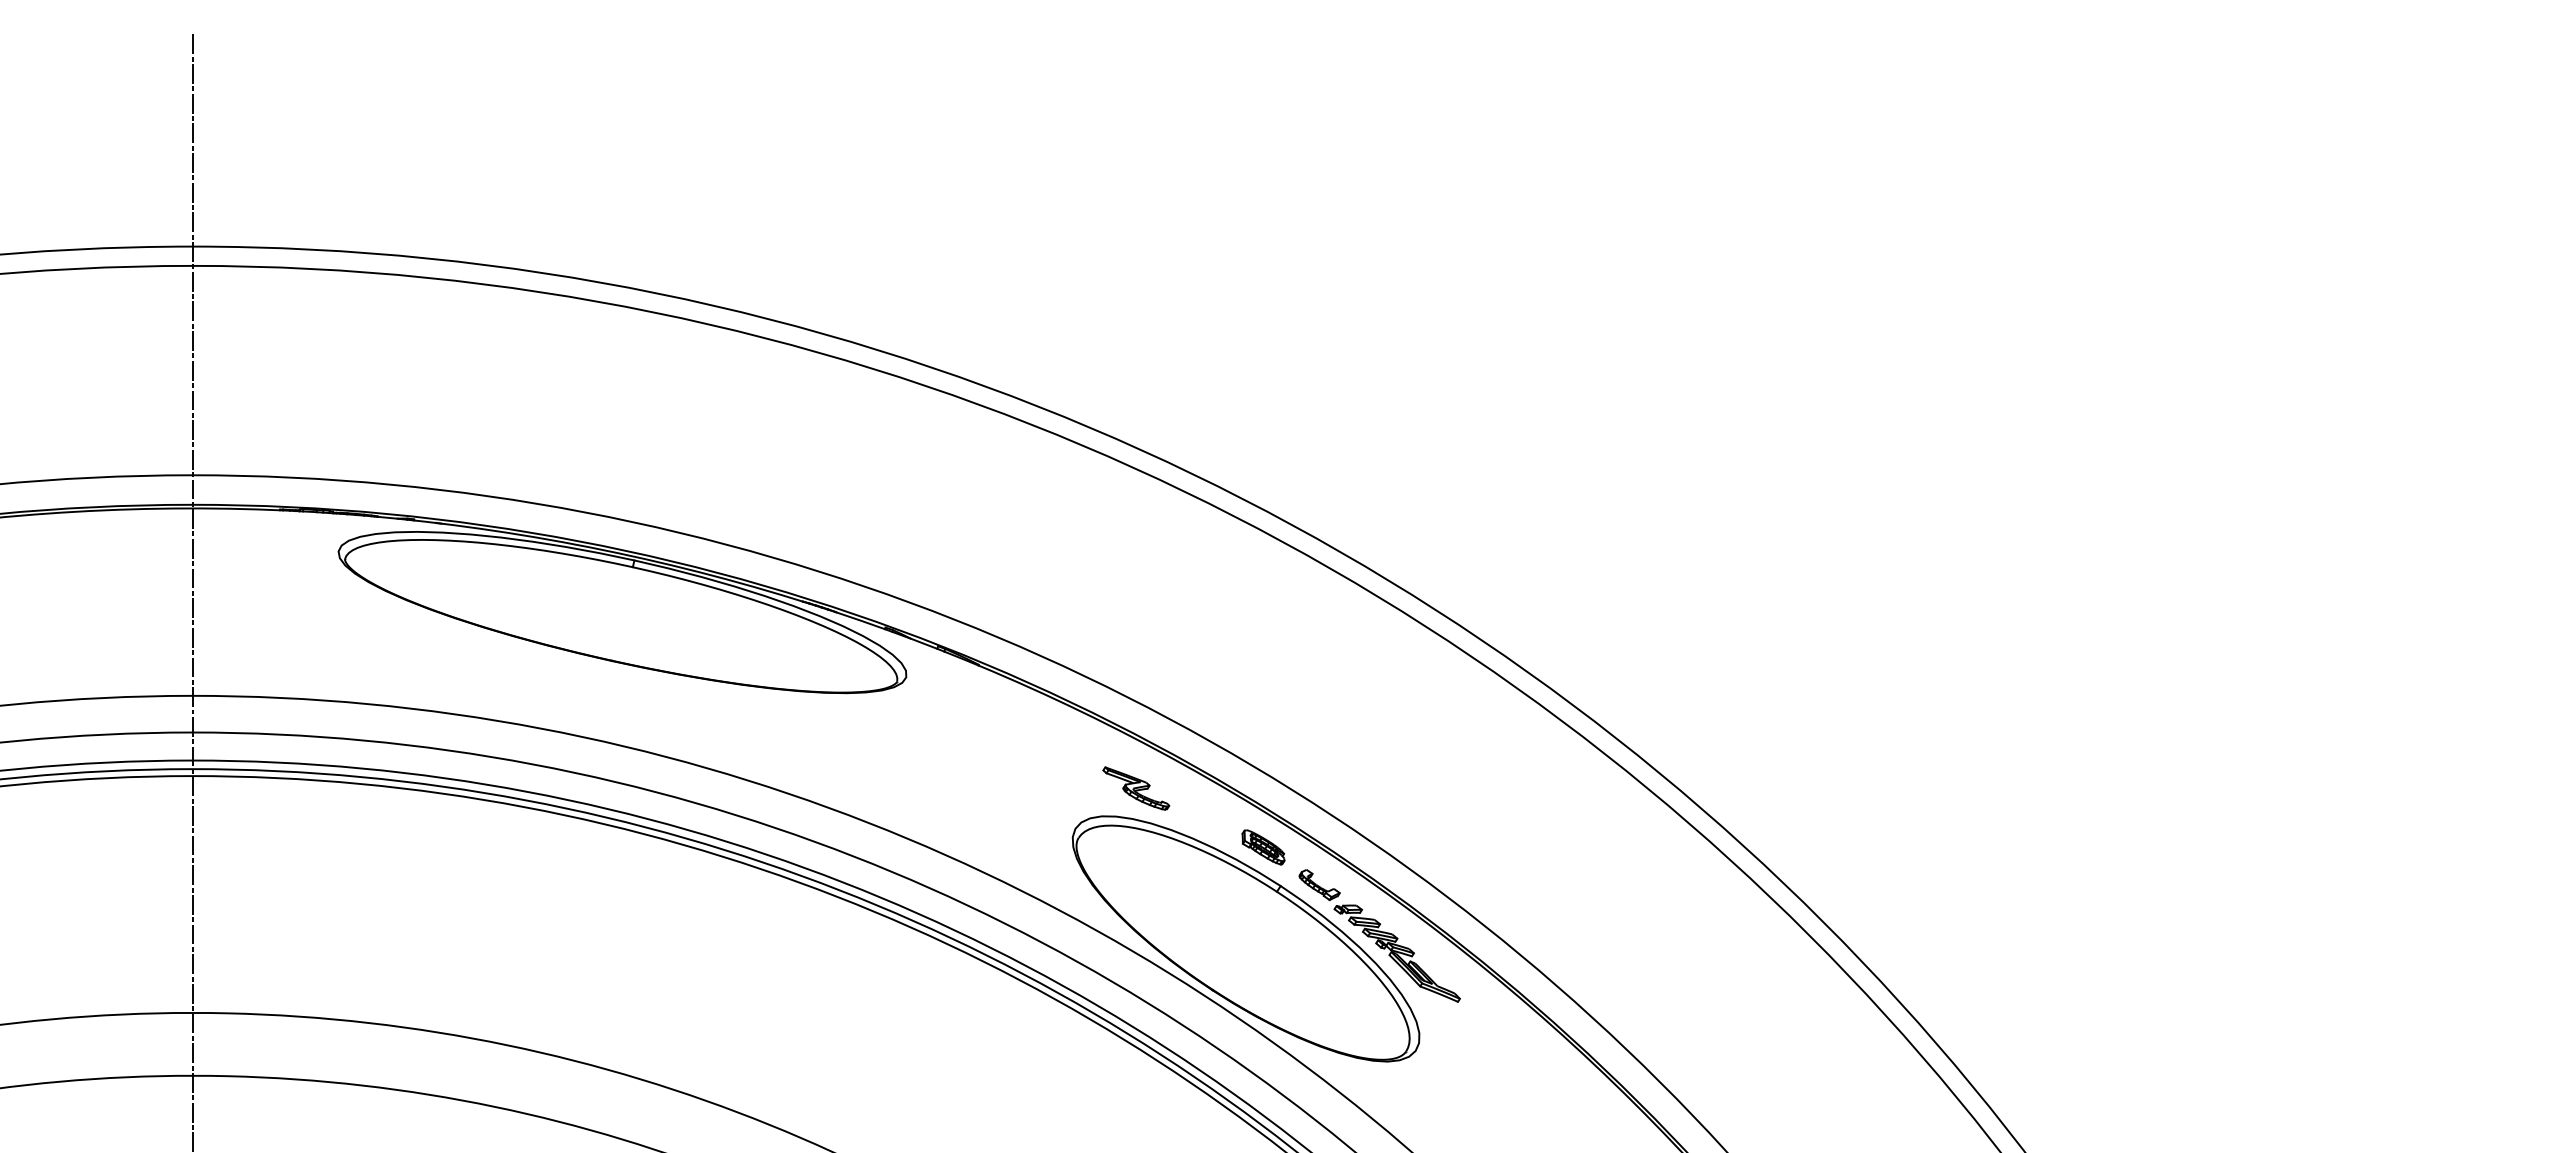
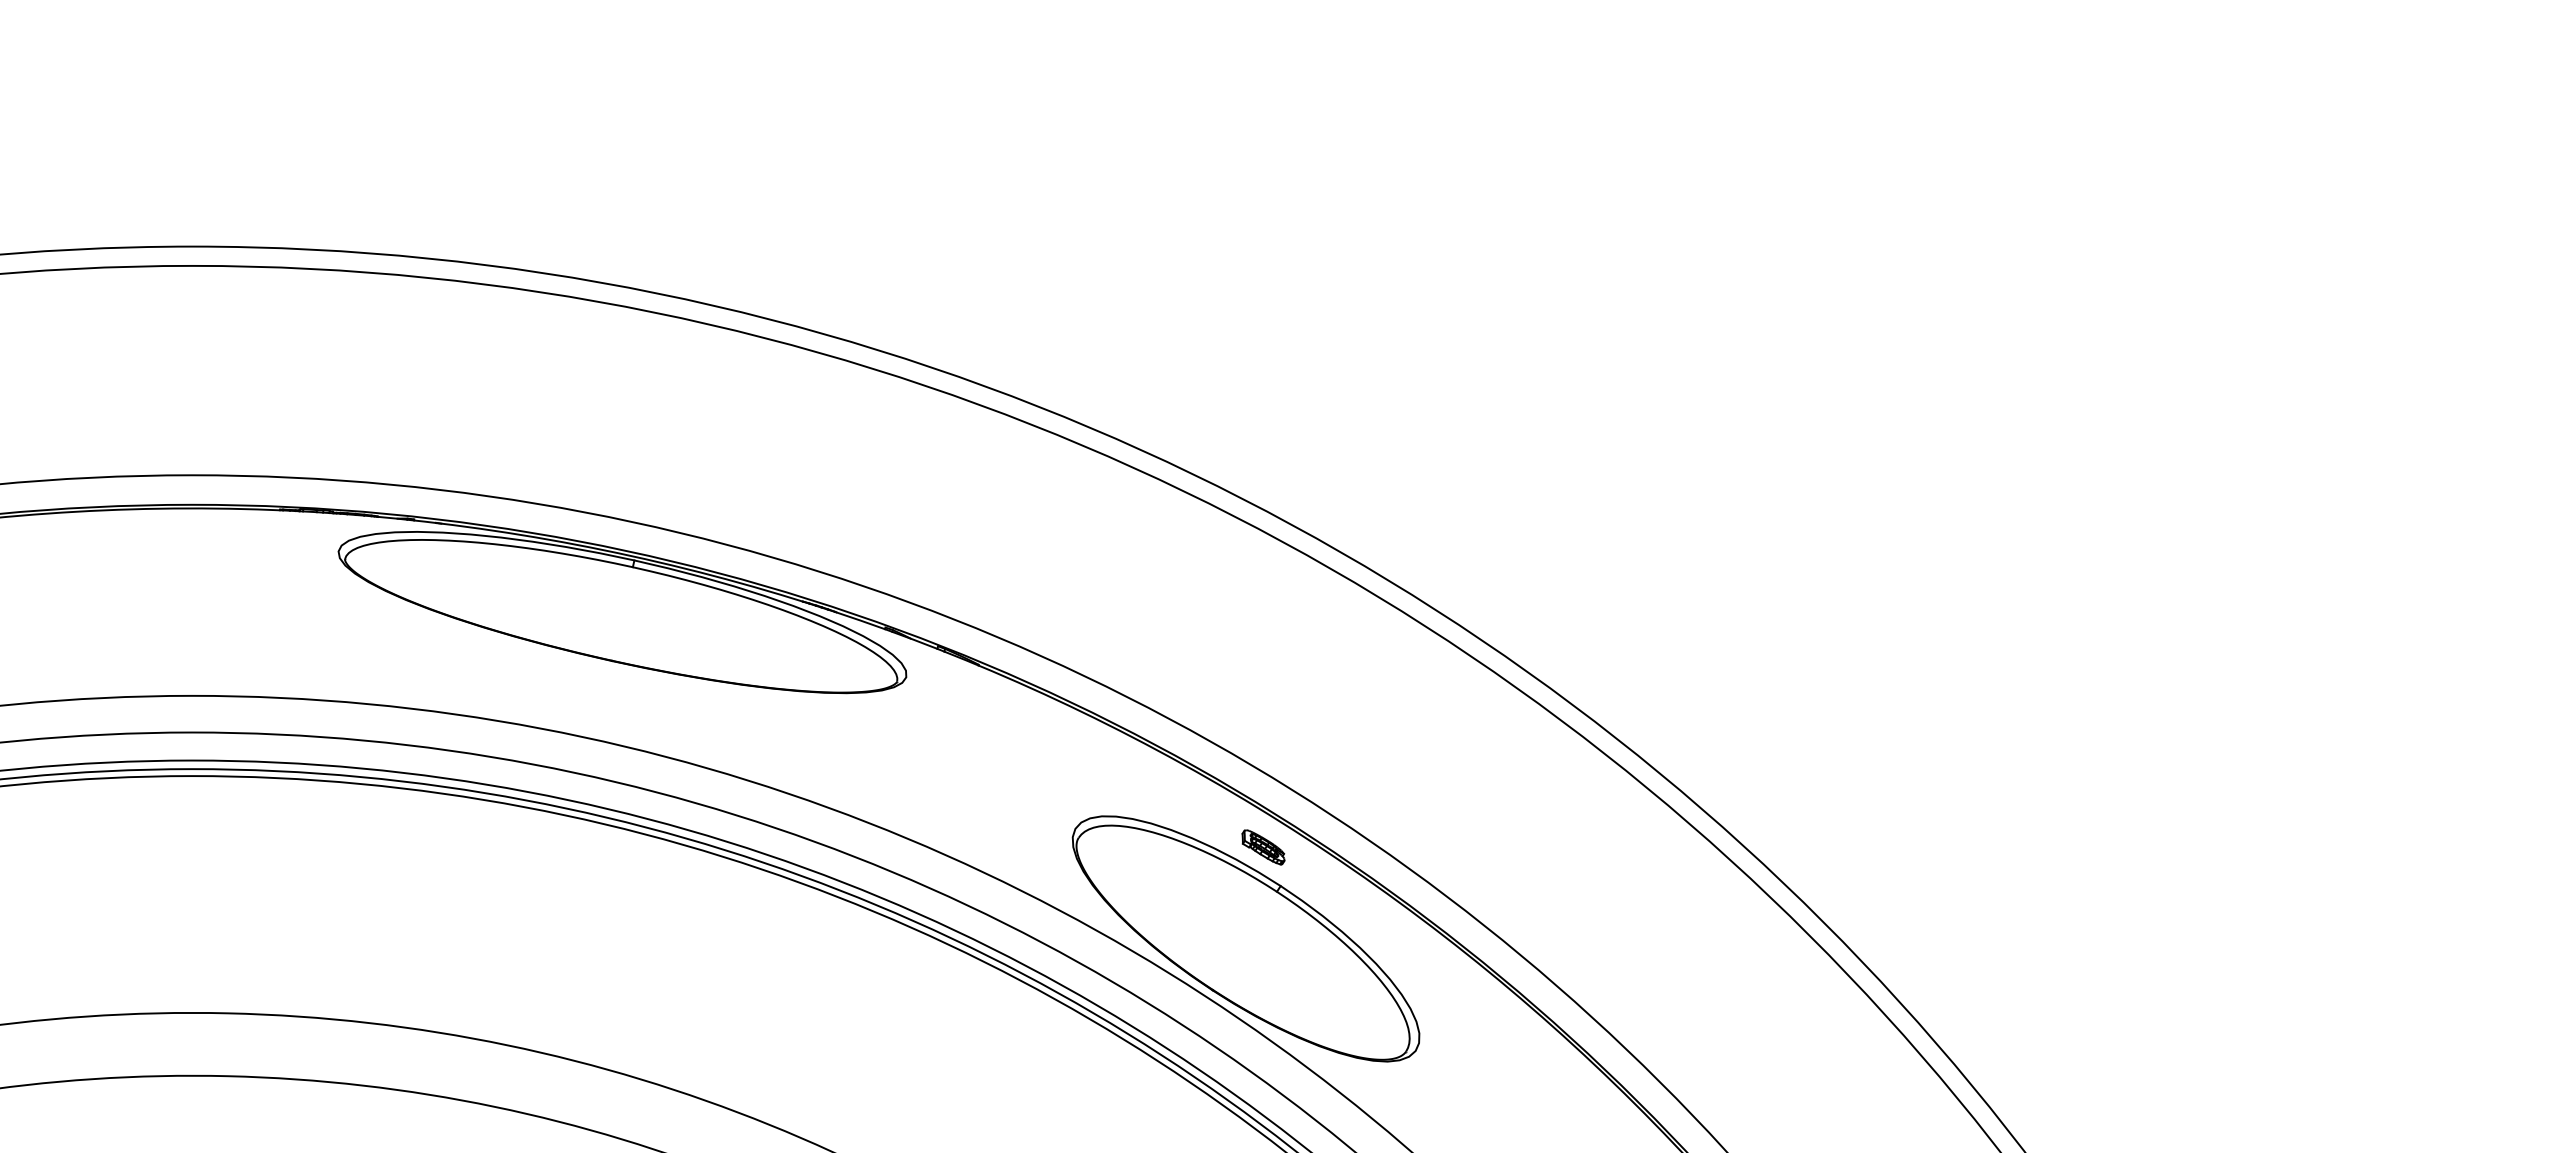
line at (192, 591): present -> none
part at (1136, 788): present -> none
part at (1379, 935): present -> none
